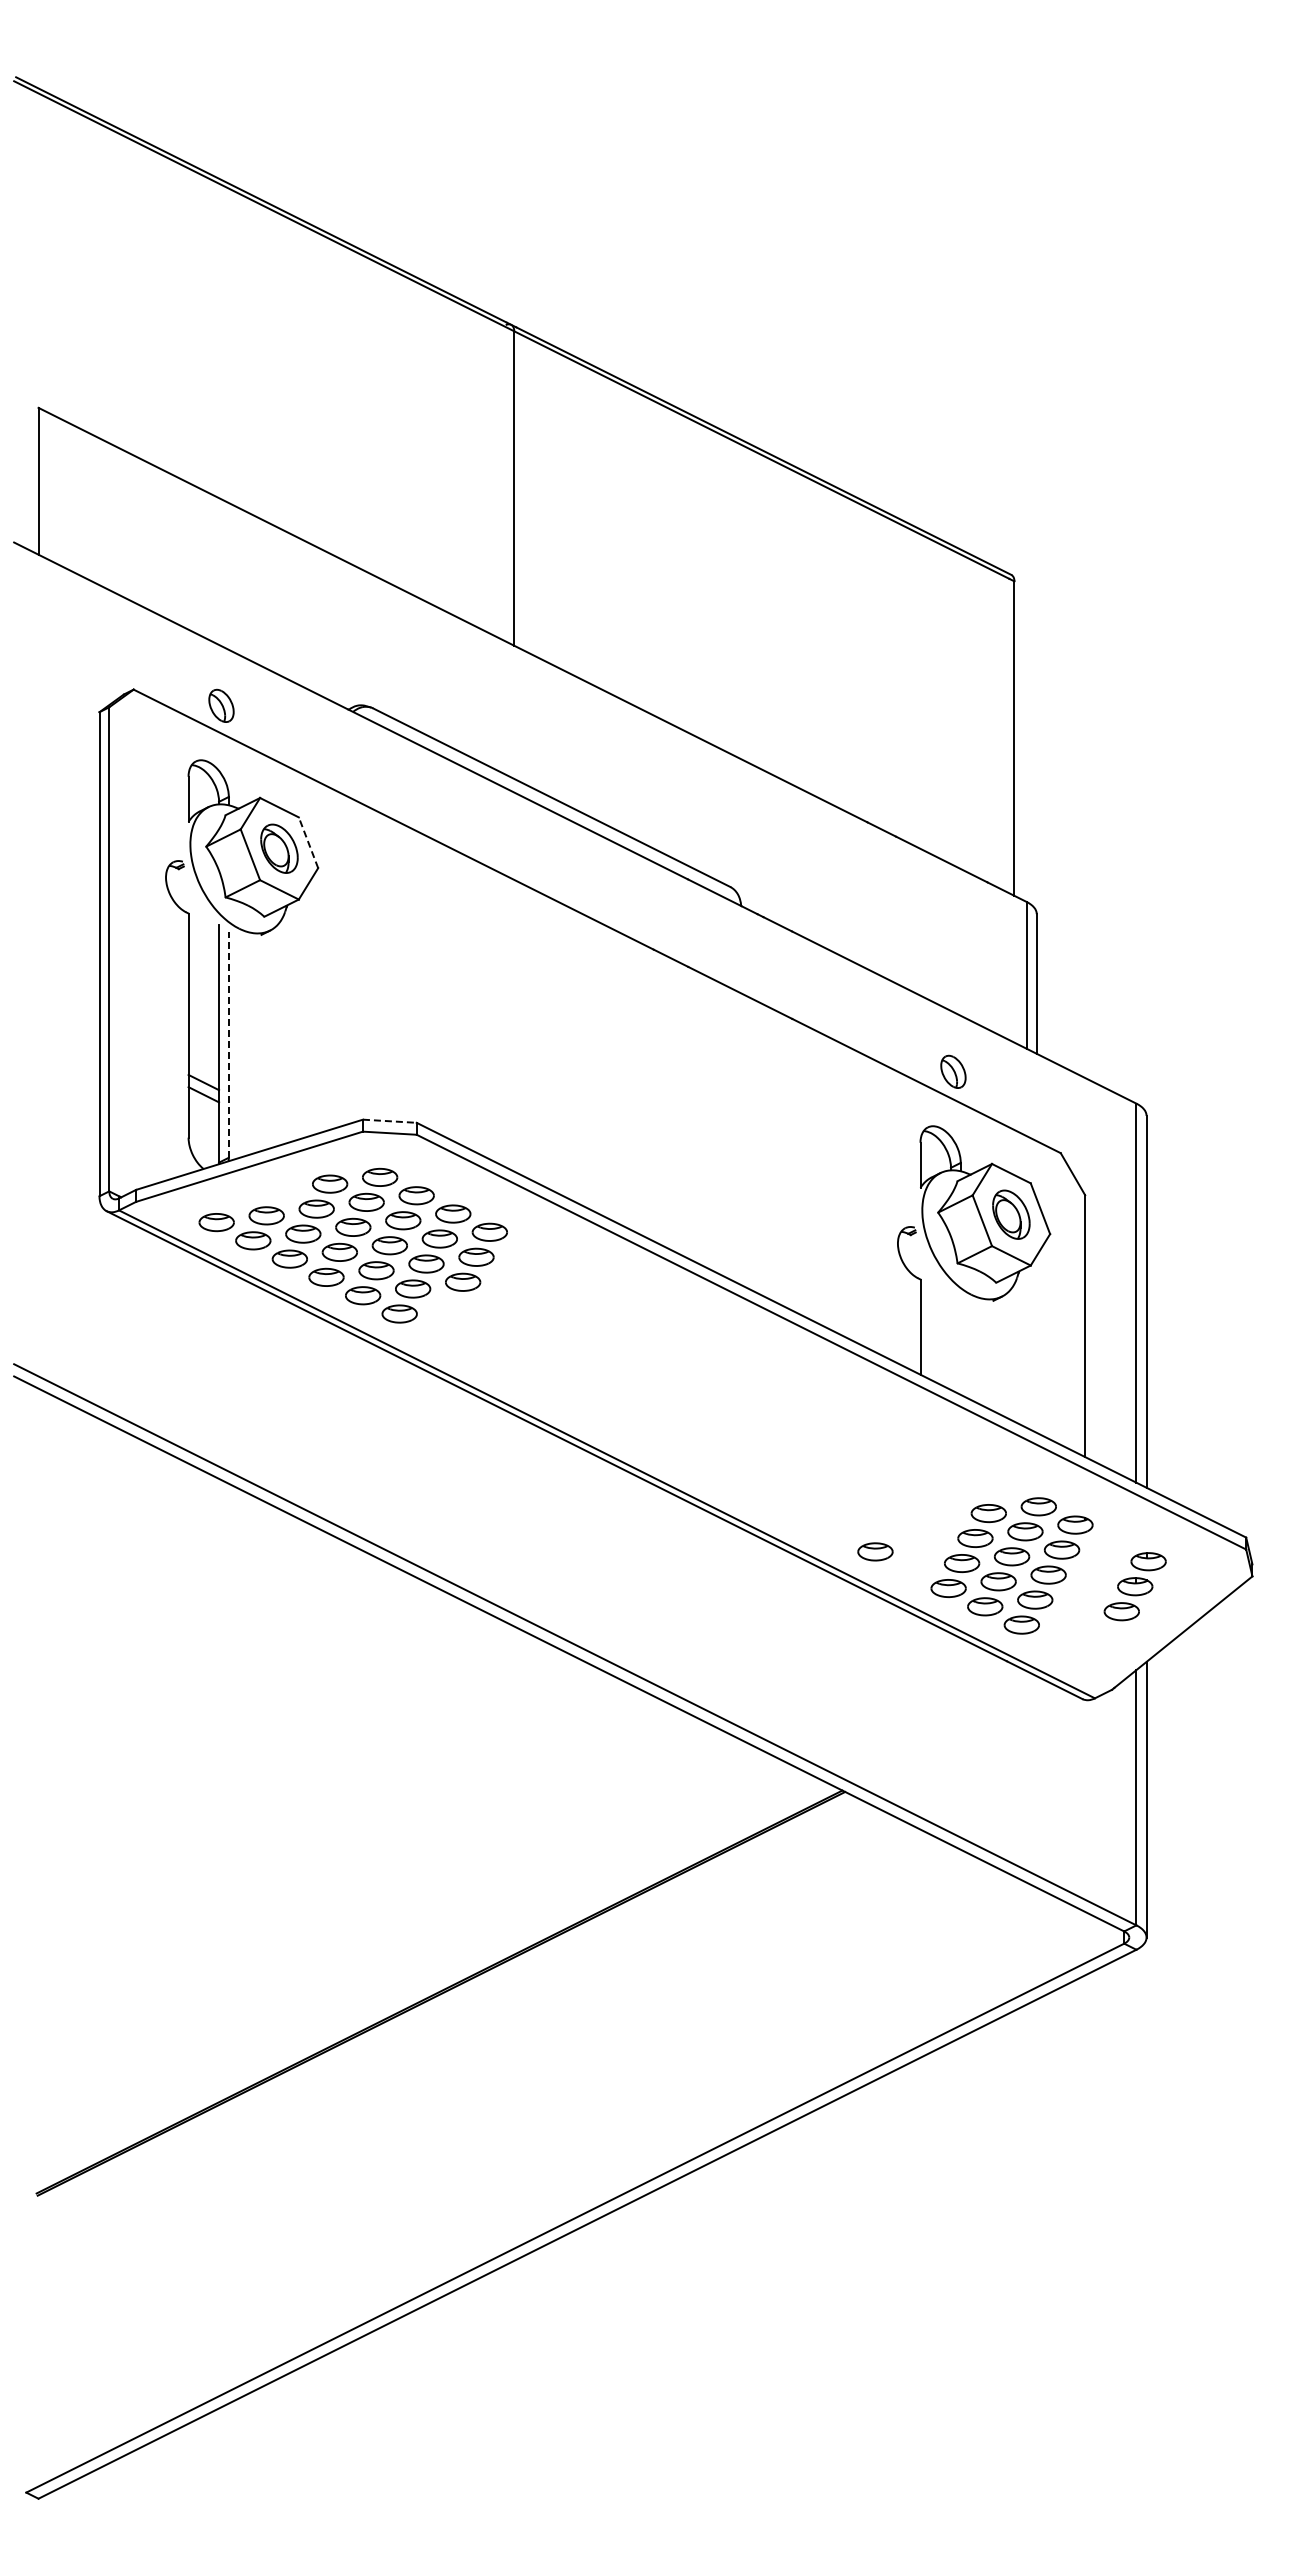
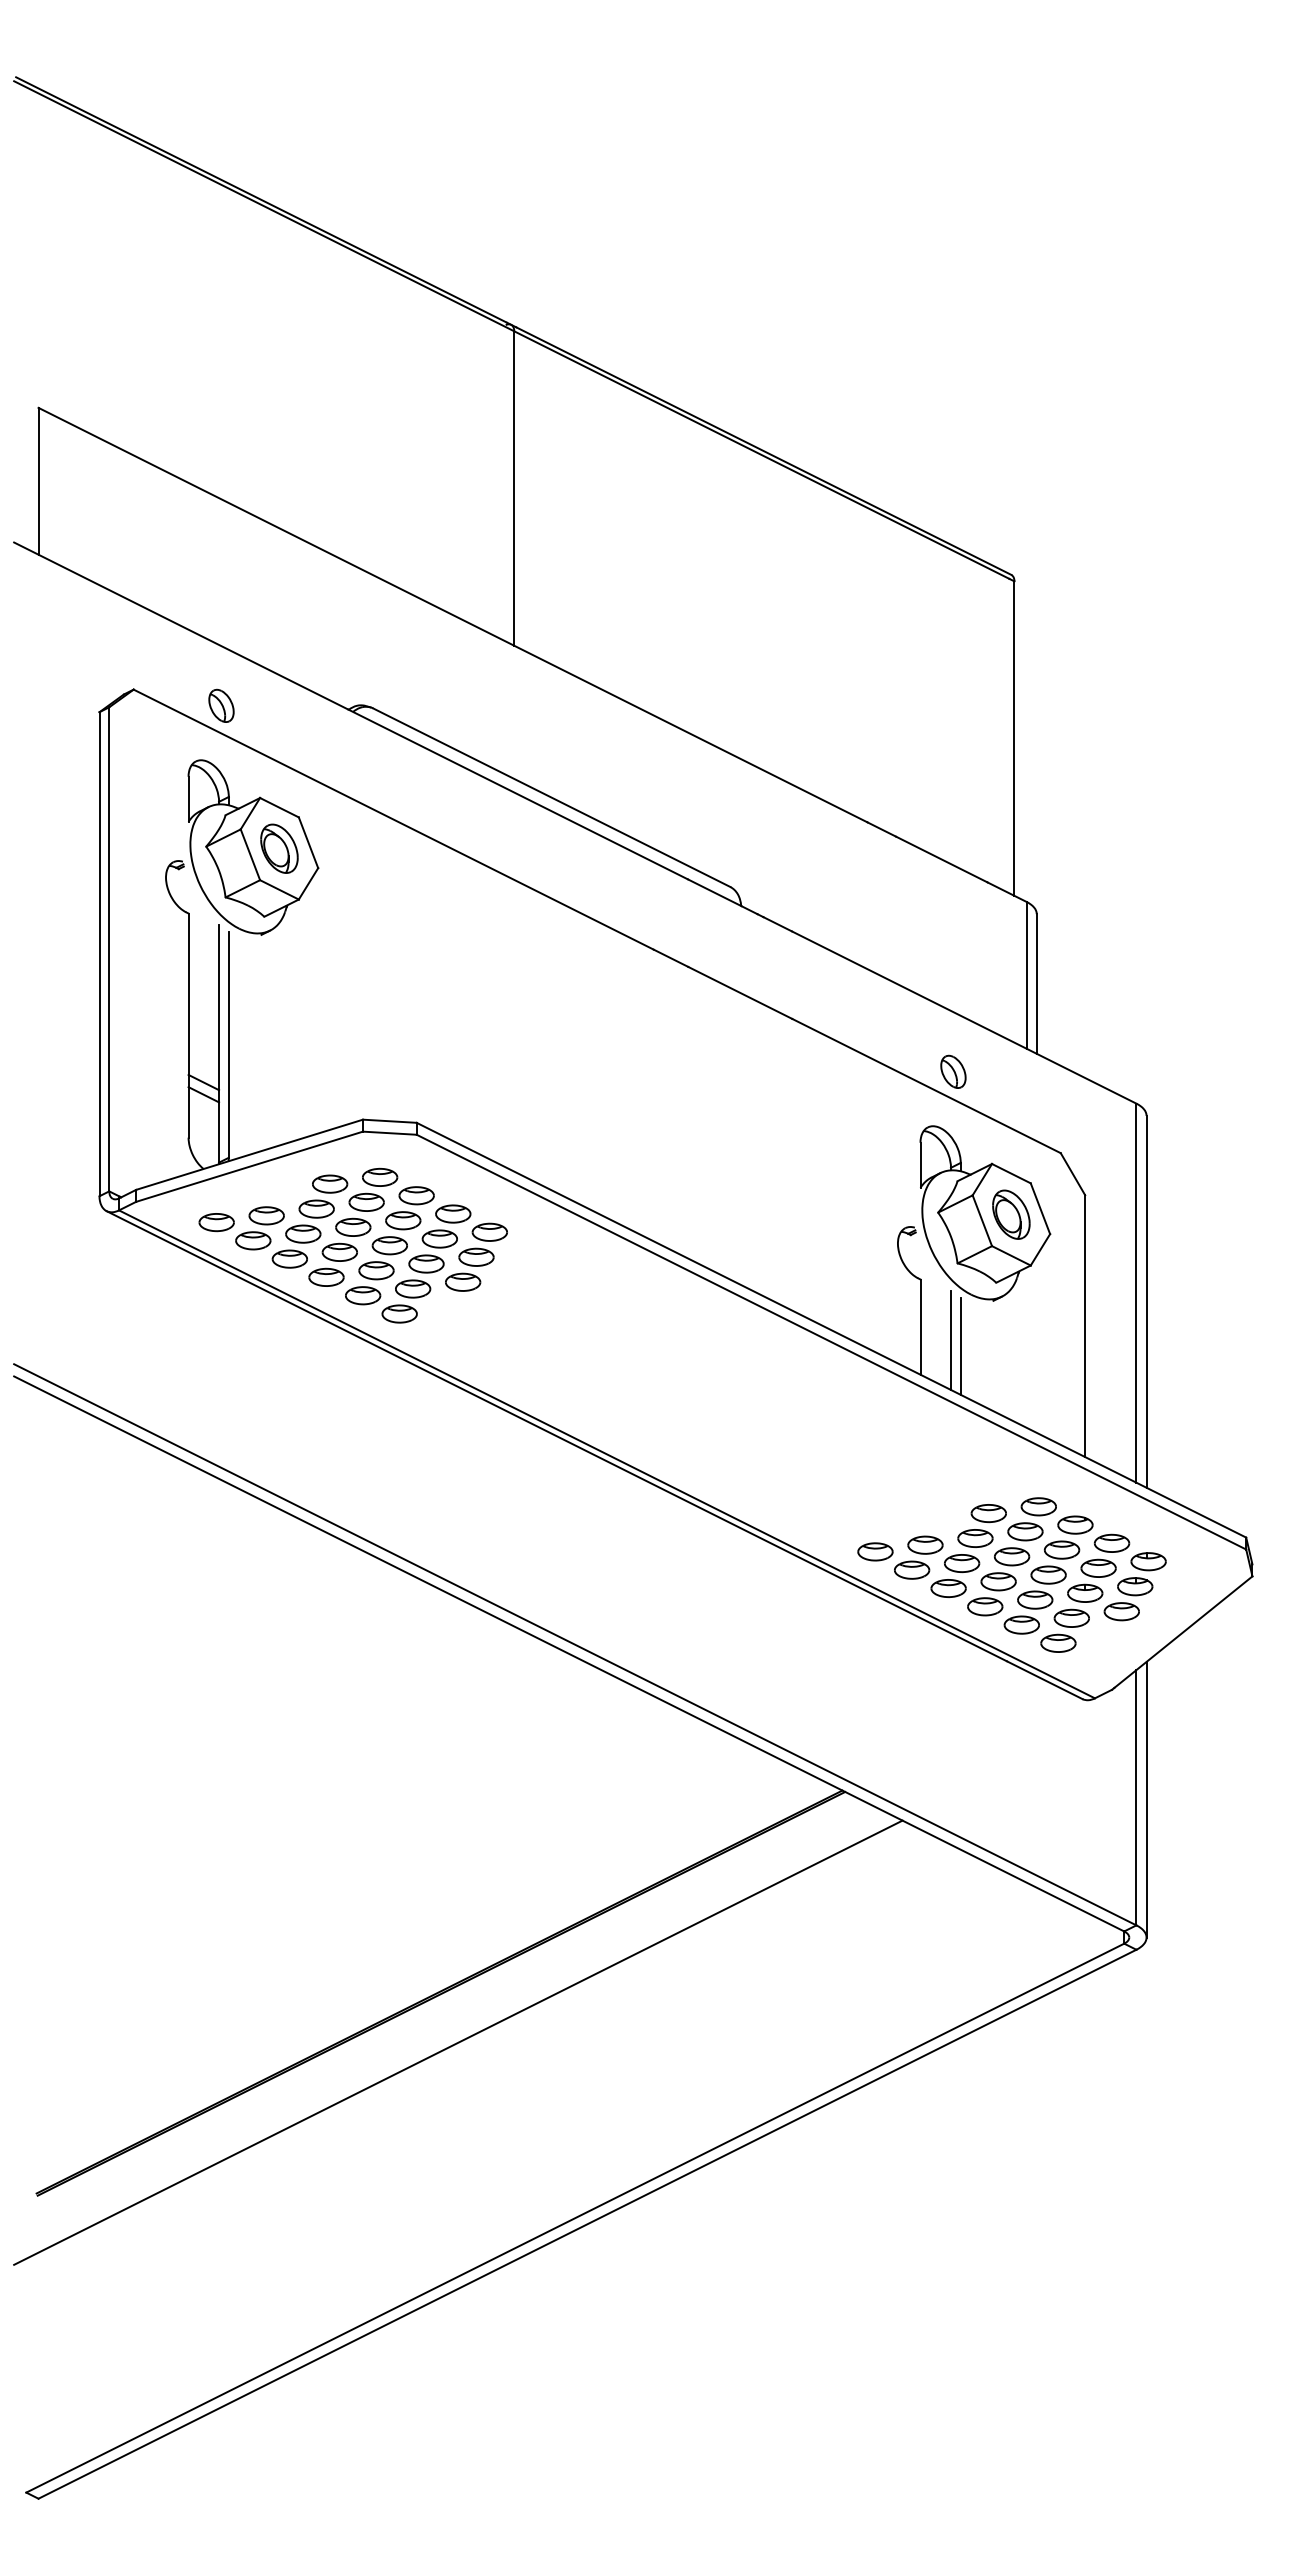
line at (308, 842): dashed -> solid
line at (228, 1044): dashed -> solid
line at (389, 1121): dashed -> solid
line at (951, 1340): none -> present
line at (960, 1345): none -> present
part at (918, 1557): none -> present
part at (1085, 1592): none -> present
line at (458, 2042): none -> present
